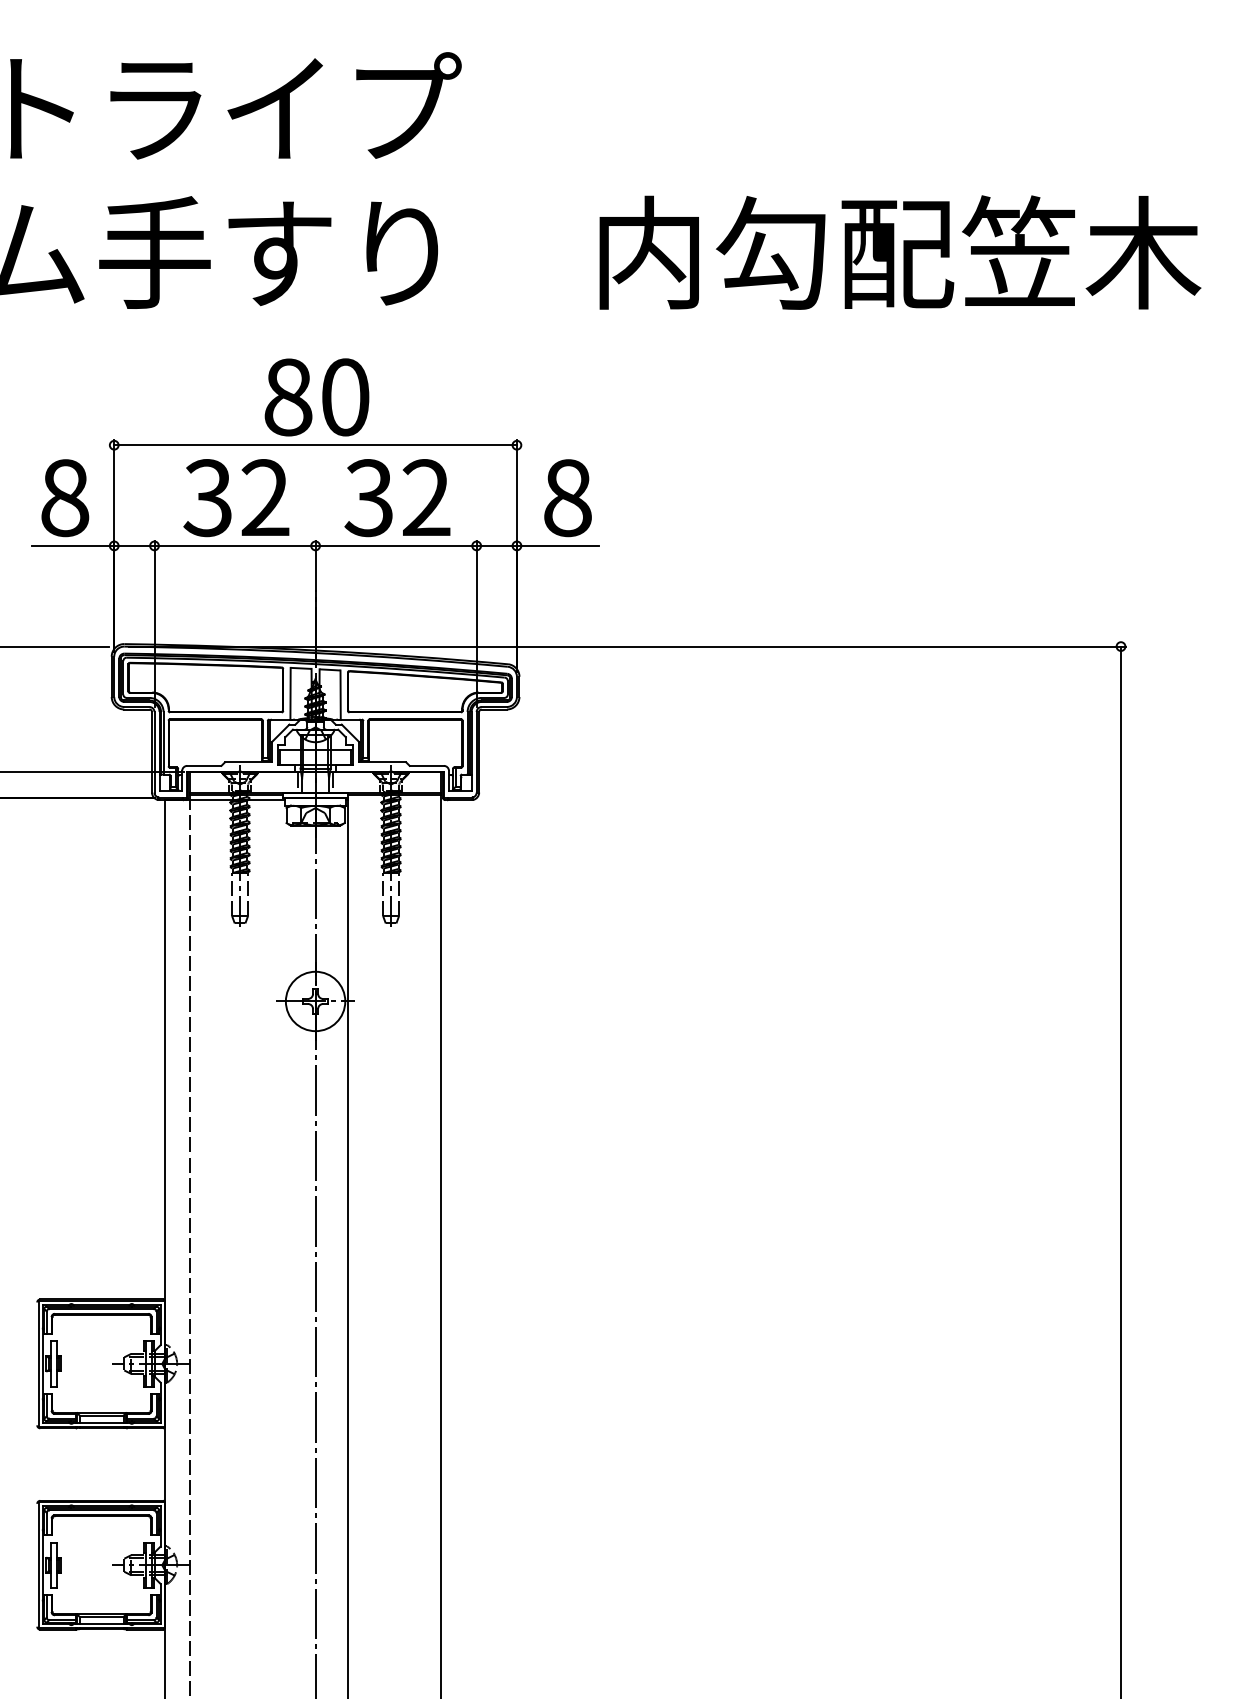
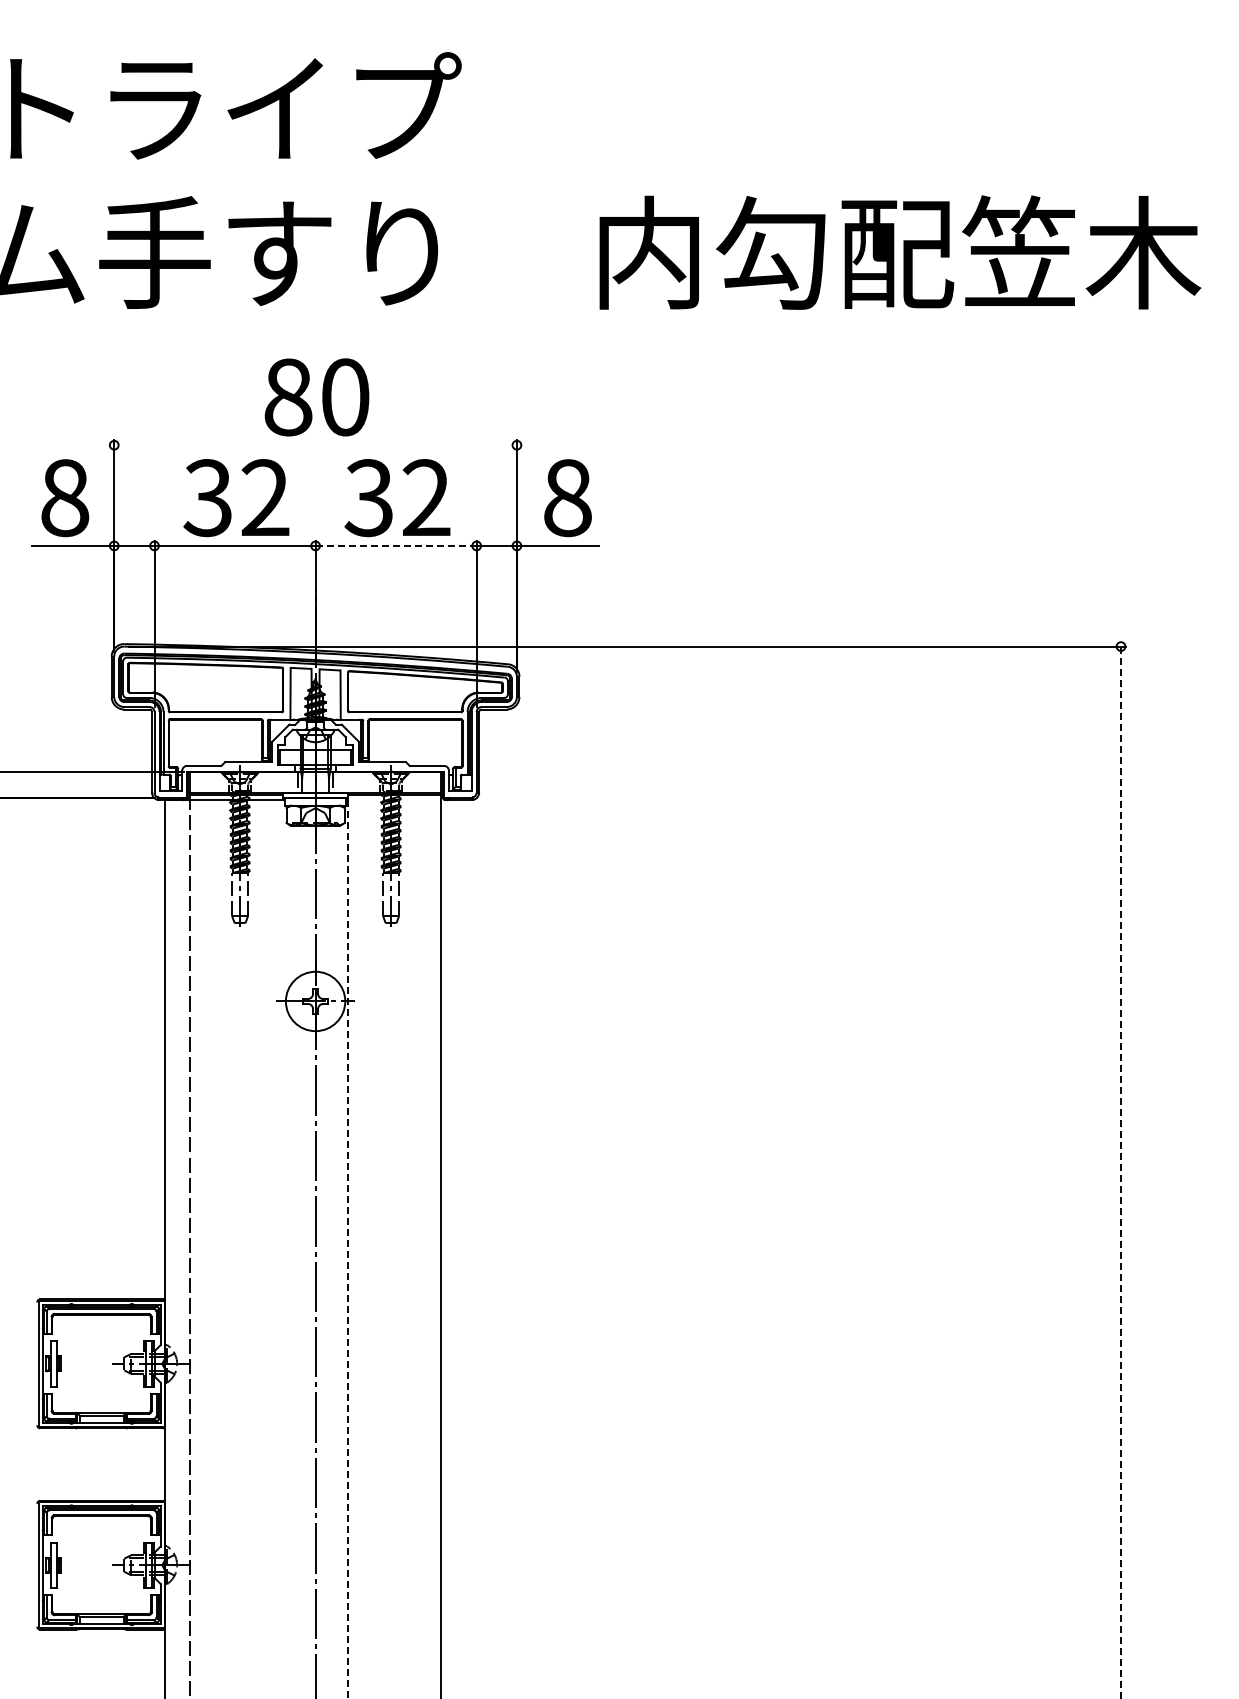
line at (315, 445): present -> none
line at (396, 545): solid -> dashed
line at (55, 646): present -> none
line at (1121, 1172): solid -> dashed
line at (348, 1249): solid -> dashed
